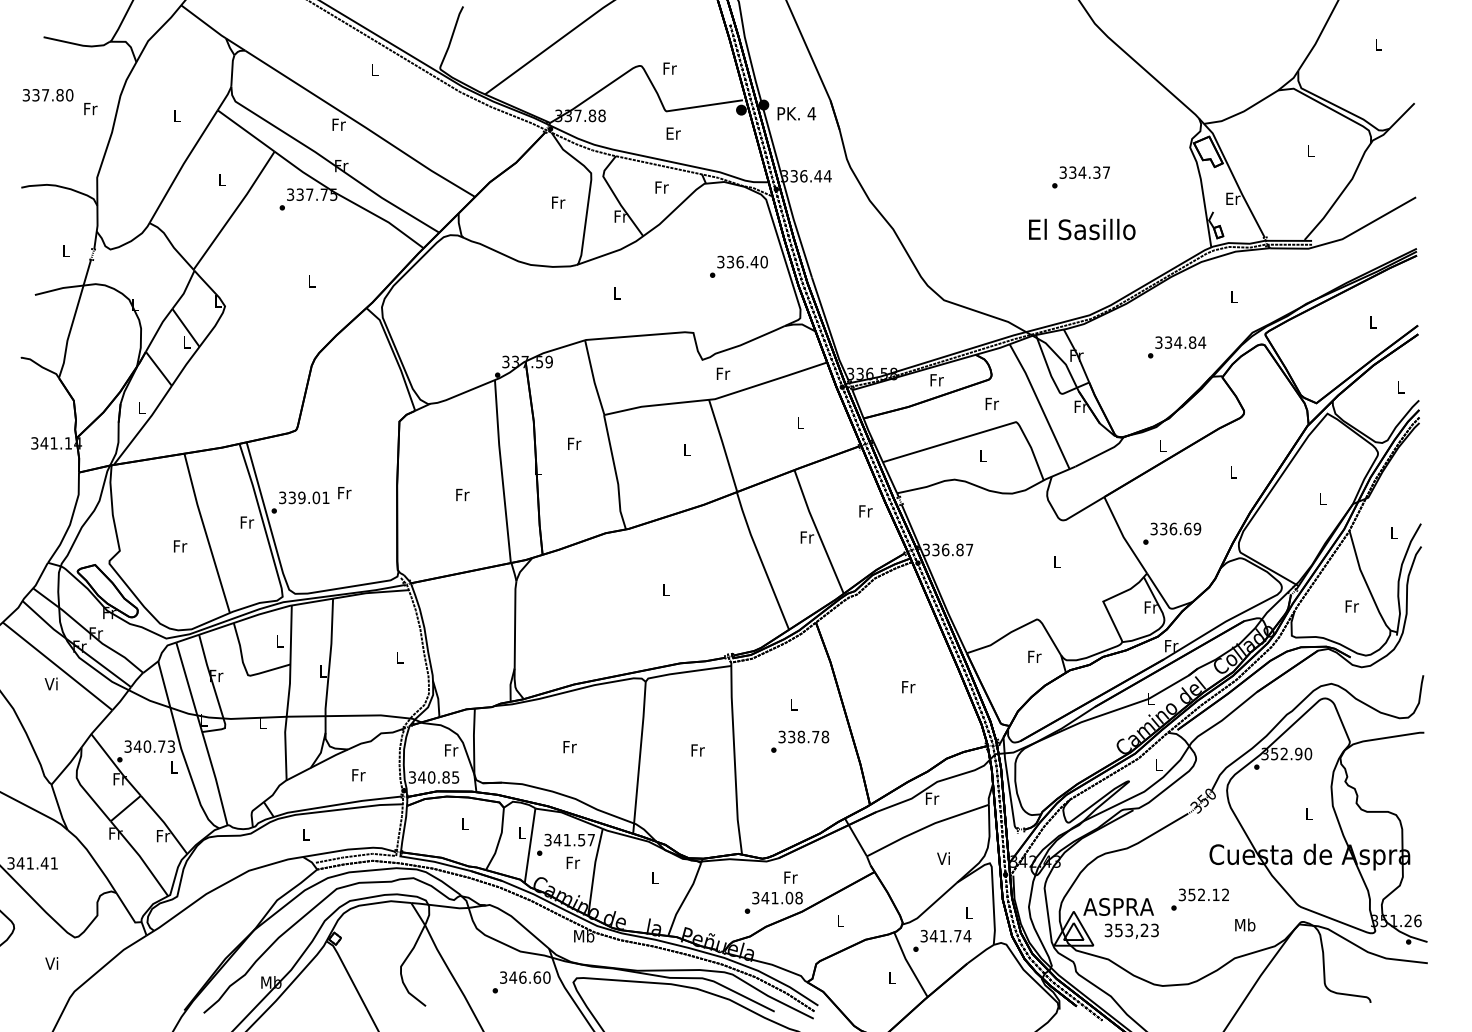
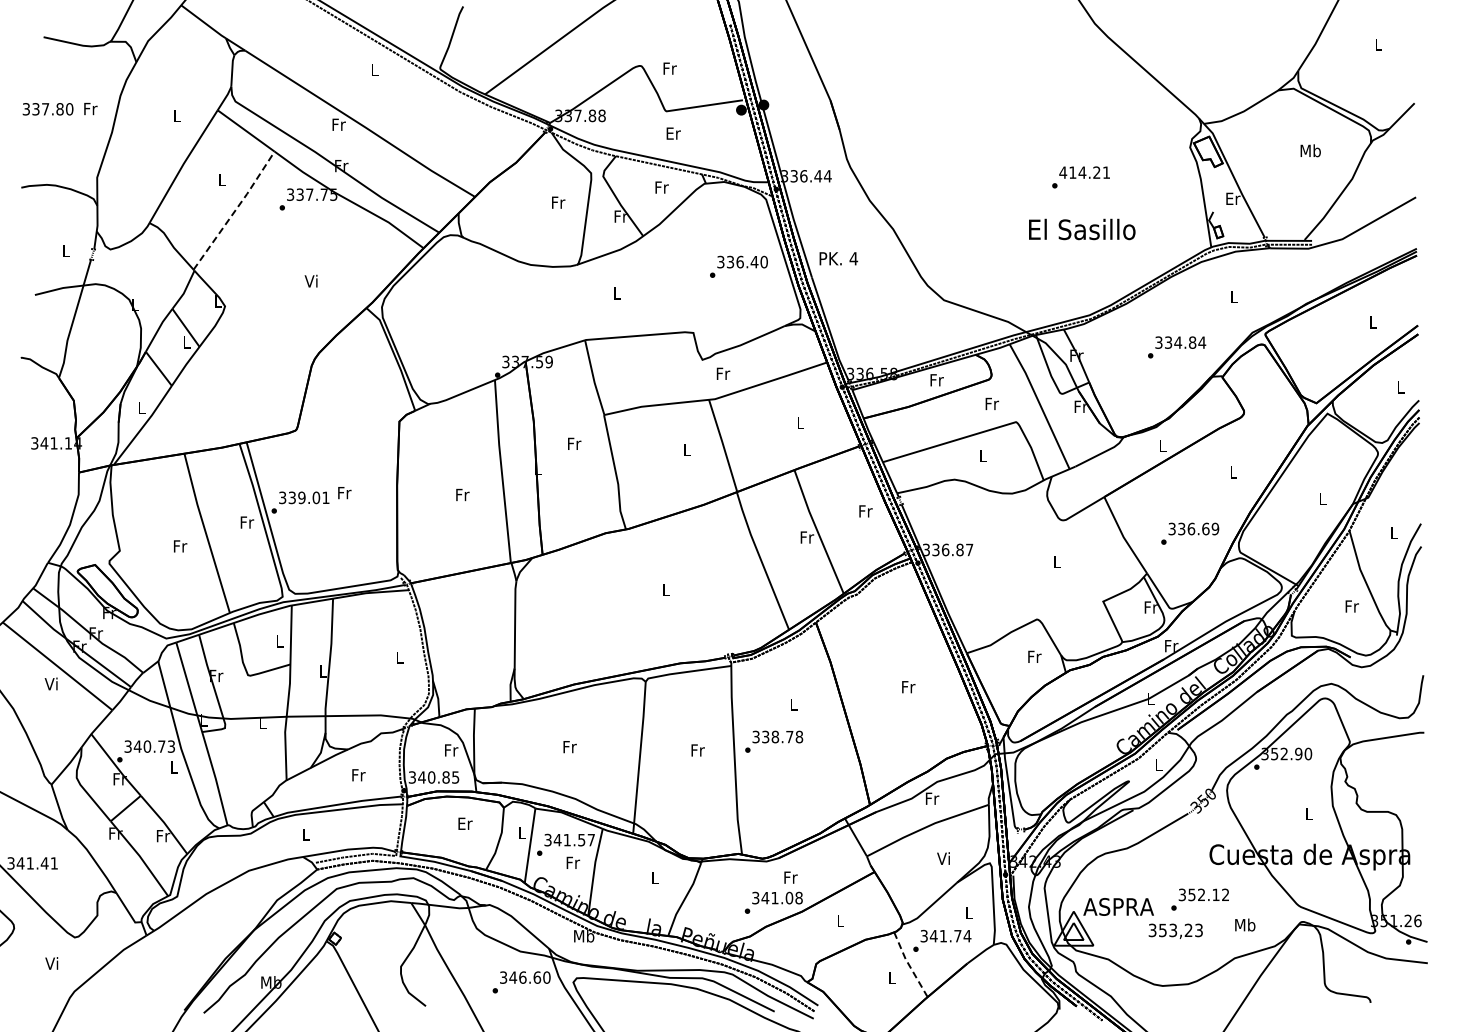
text at (47, 95) position: (47, 95) -> (47, 109)
text at (796, 113) position: (796, 113) -> (838, 258)
text at (1310, 150): L -> Mb
text at (1084, 172): 334.37 -> 414.21
line at (235, 210): solid -> dashed
text at (310, 280): L -> Vi
text at (1172, 533) position: (1172, 533) -> (1190, 533)
text at (800, 741) position: (800, 741) -> (774, 741)
text at (465, 823): L -> Er
text at (1131, 930) position: (1131, 930) -> (1175, 930)
line at (909, 965): solid -> dashed
